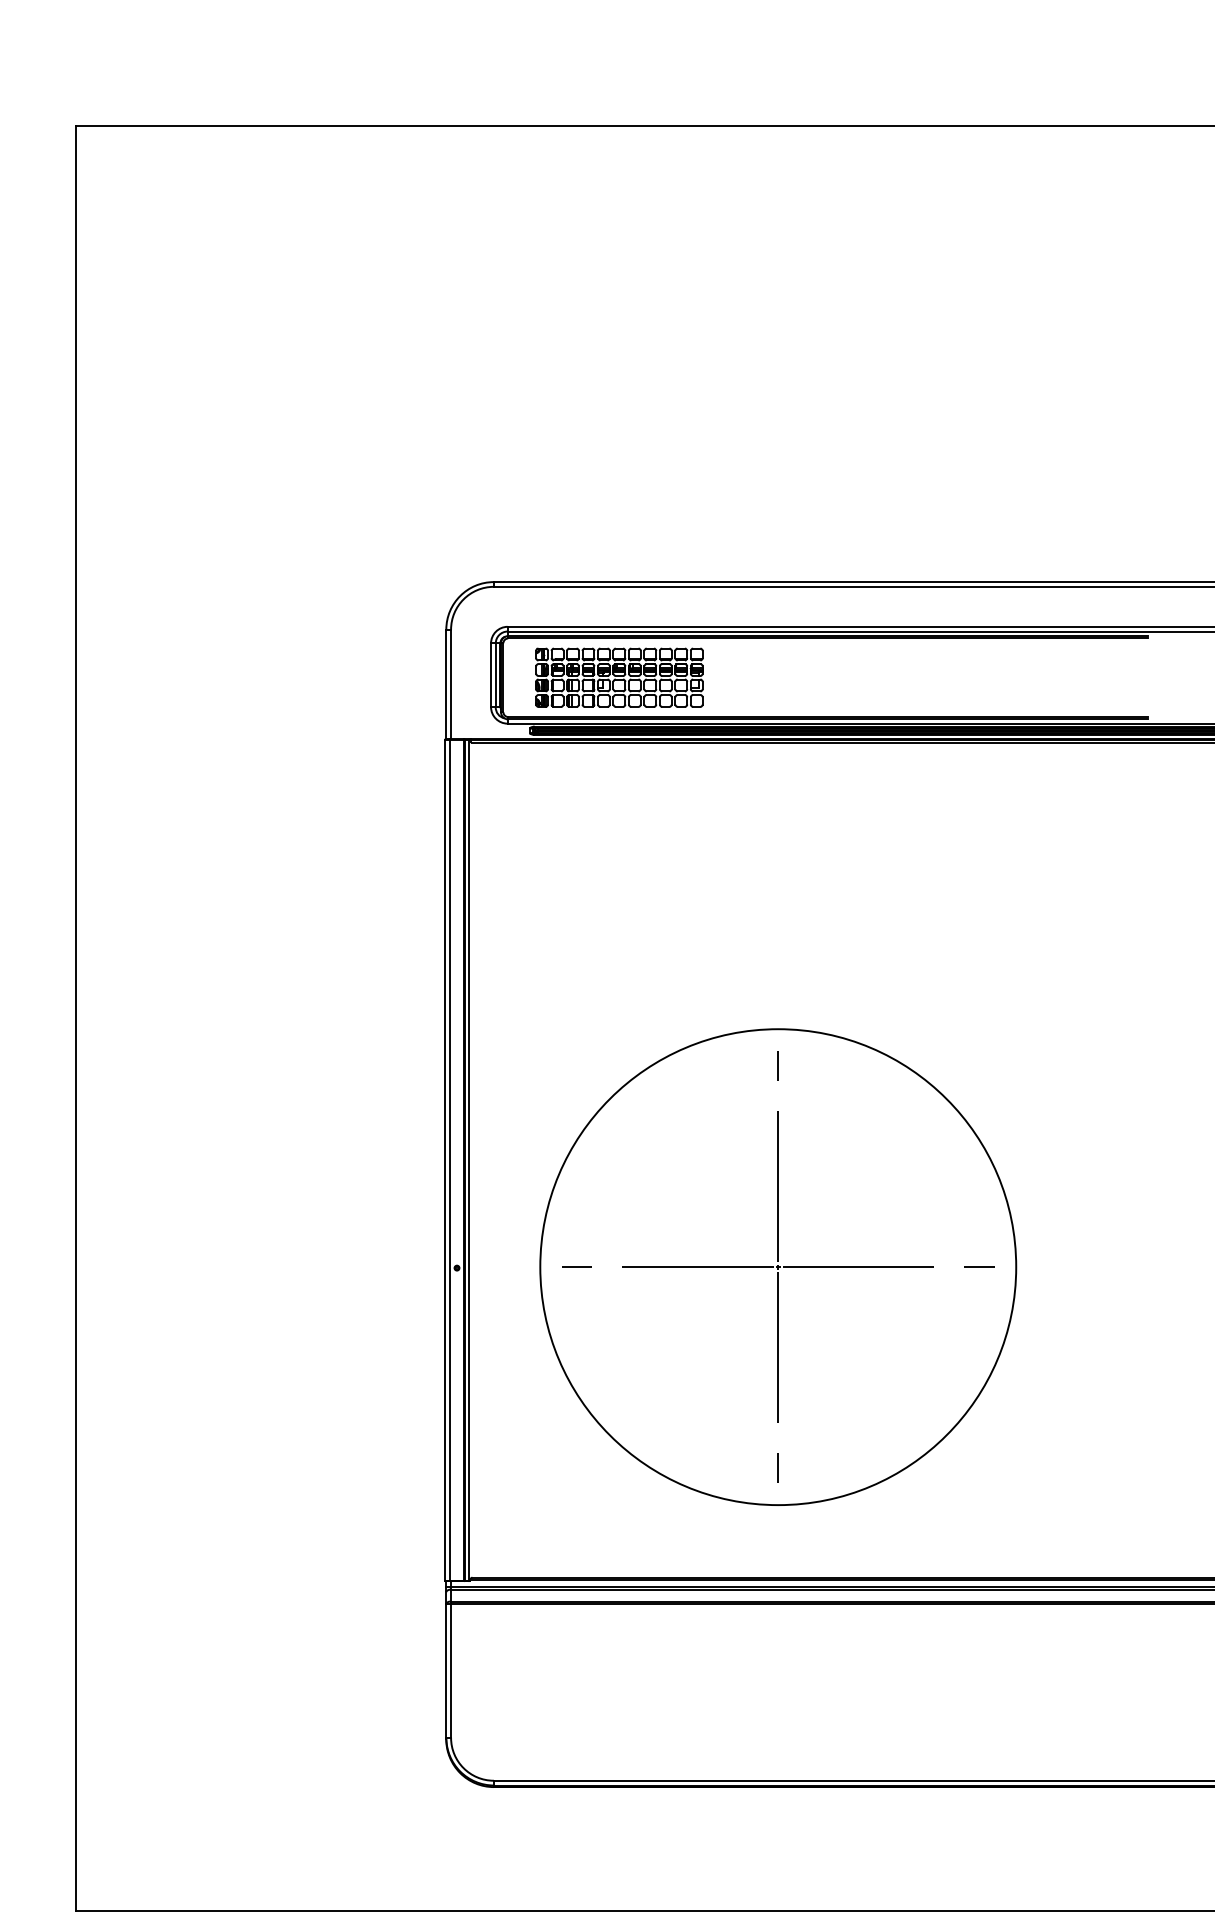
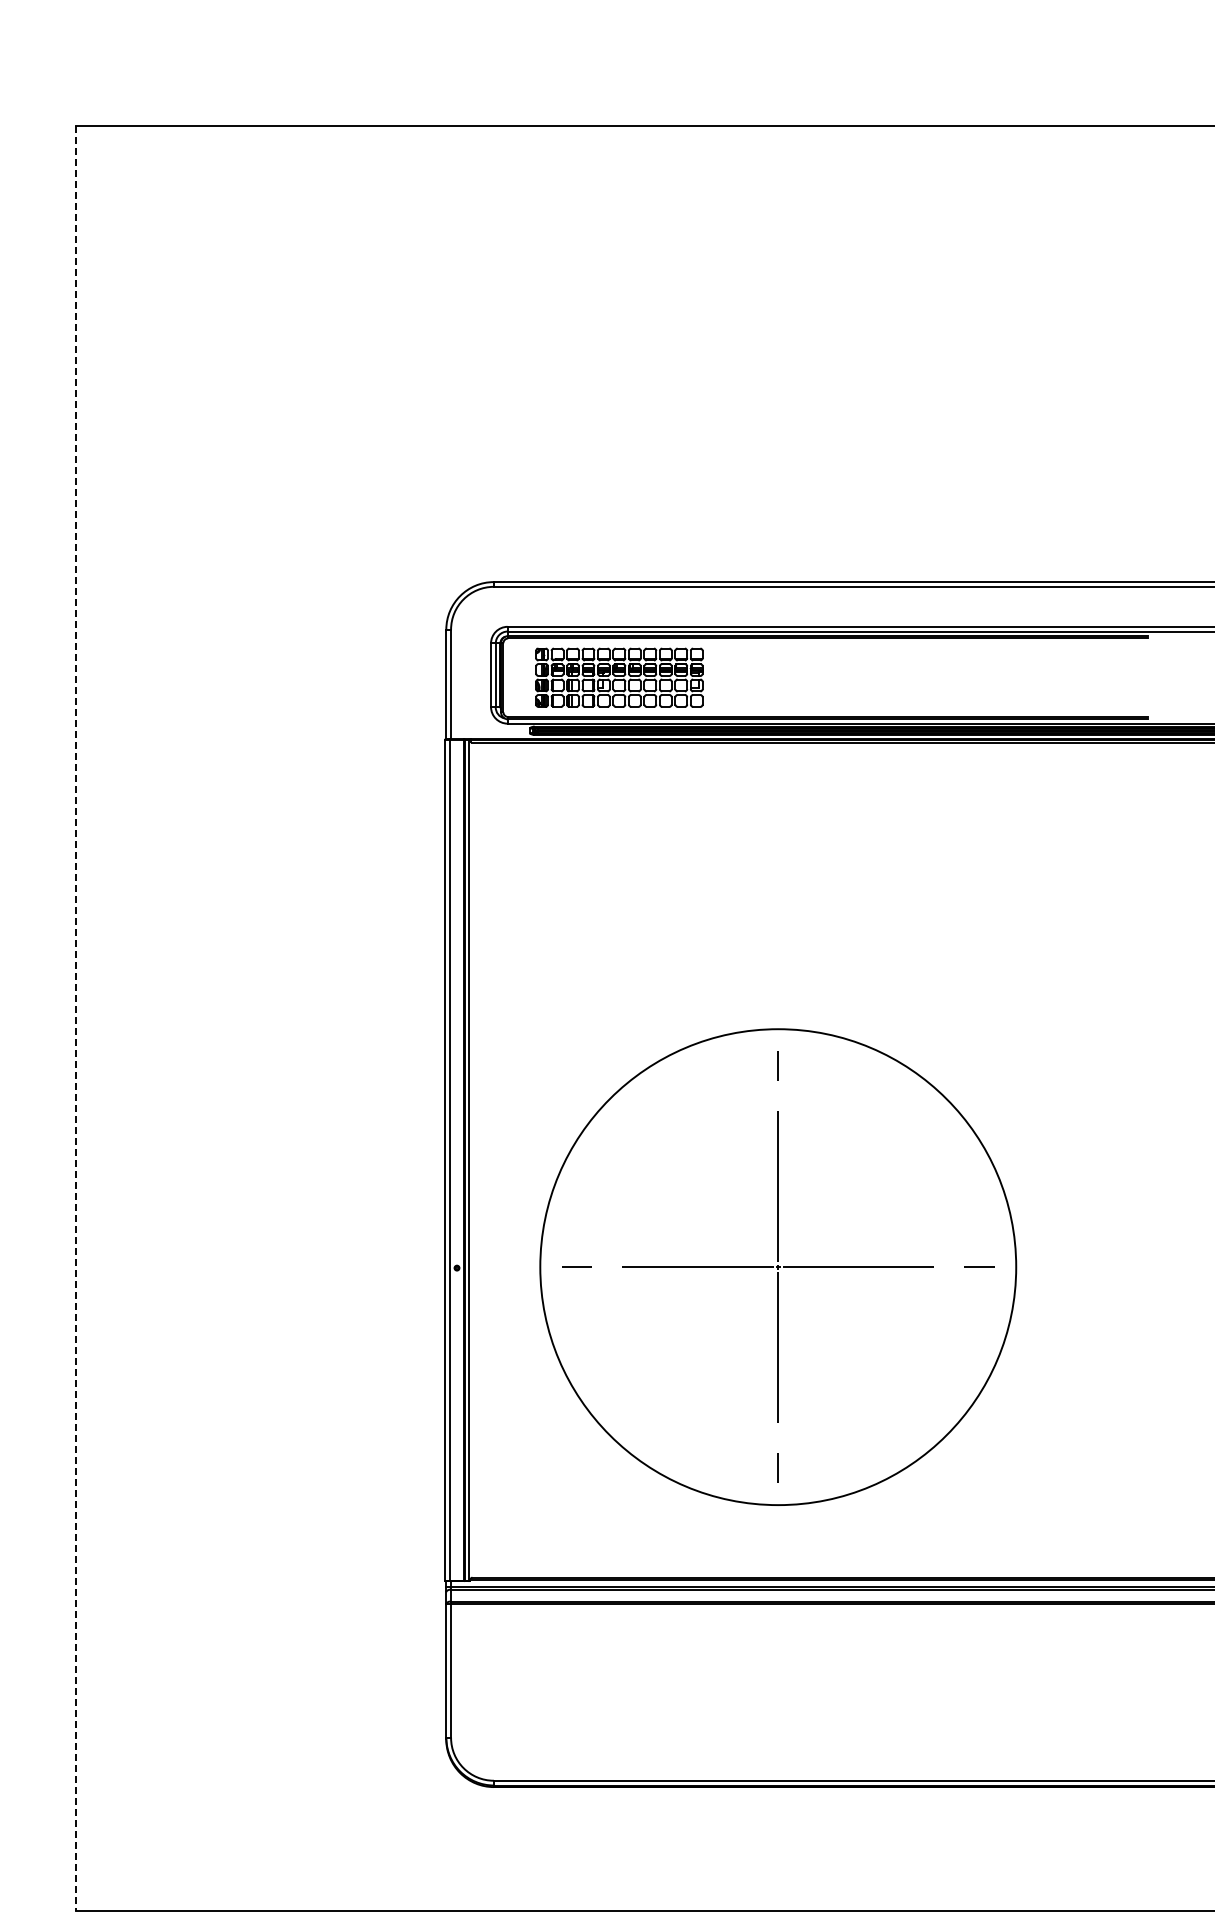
line at (76, 1018): solid -> dashed
